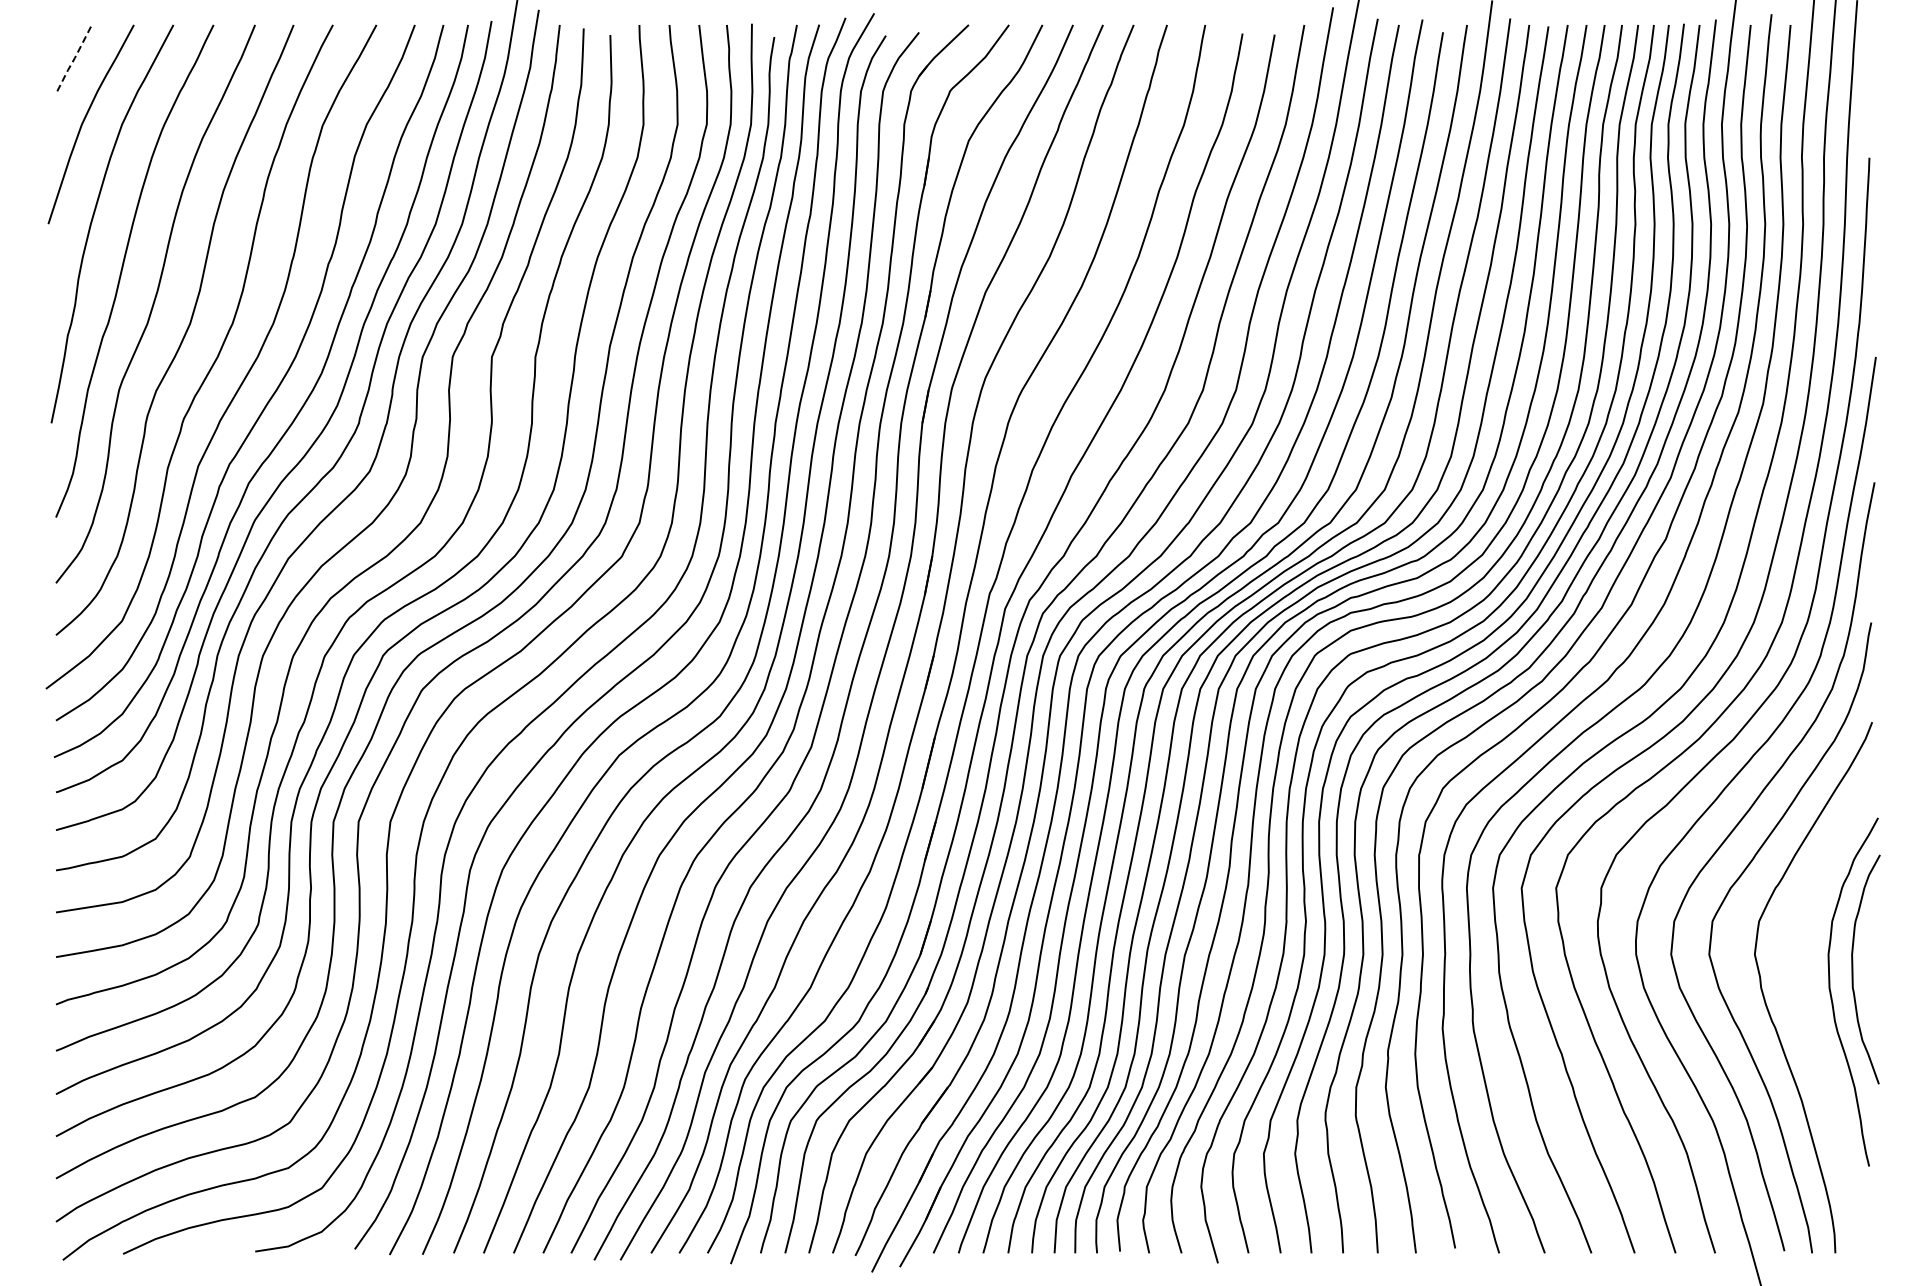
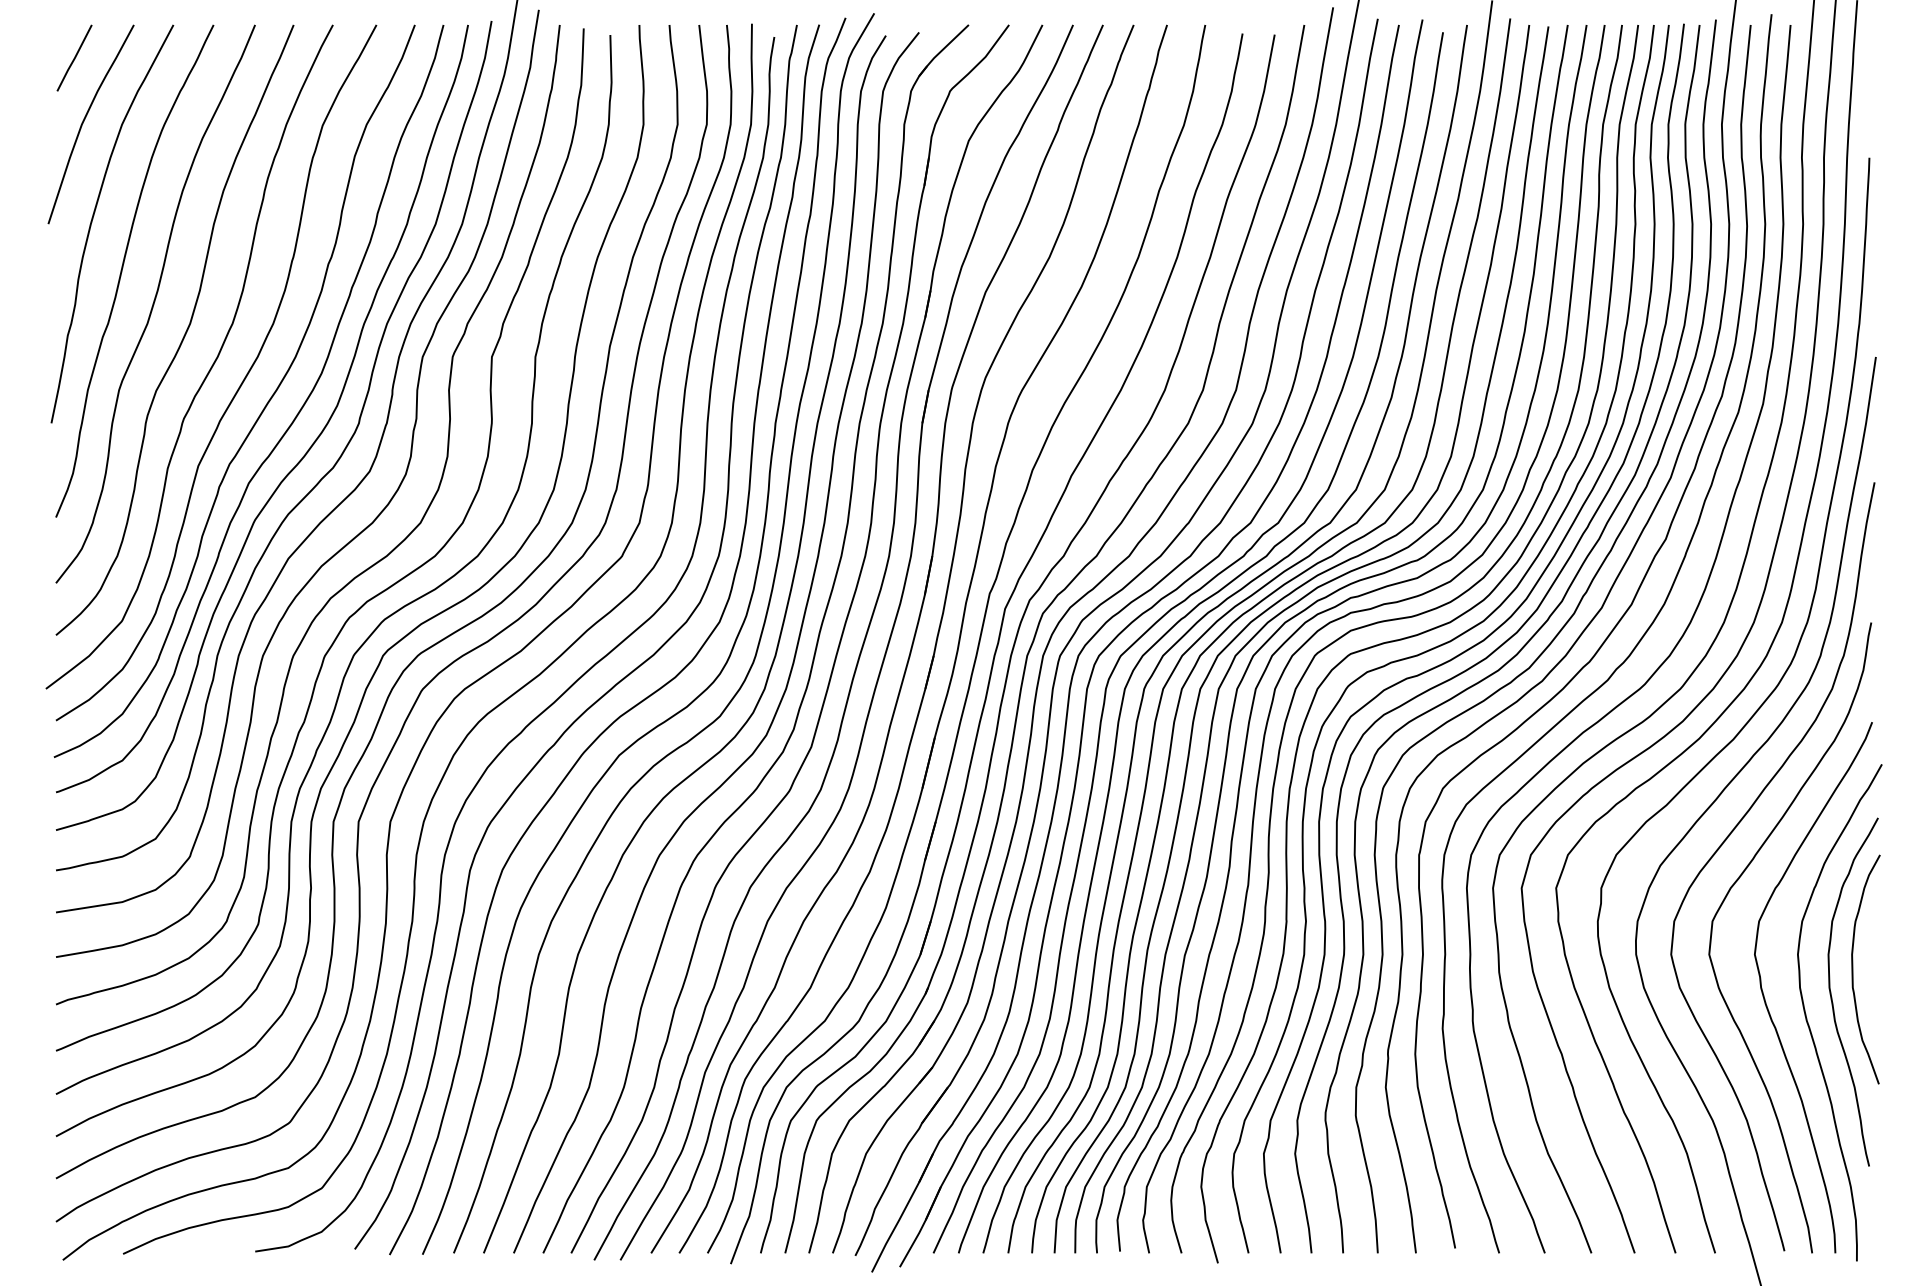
line at (74, 58): dashed -> solid
curve at (1809, 1024): none -> present
